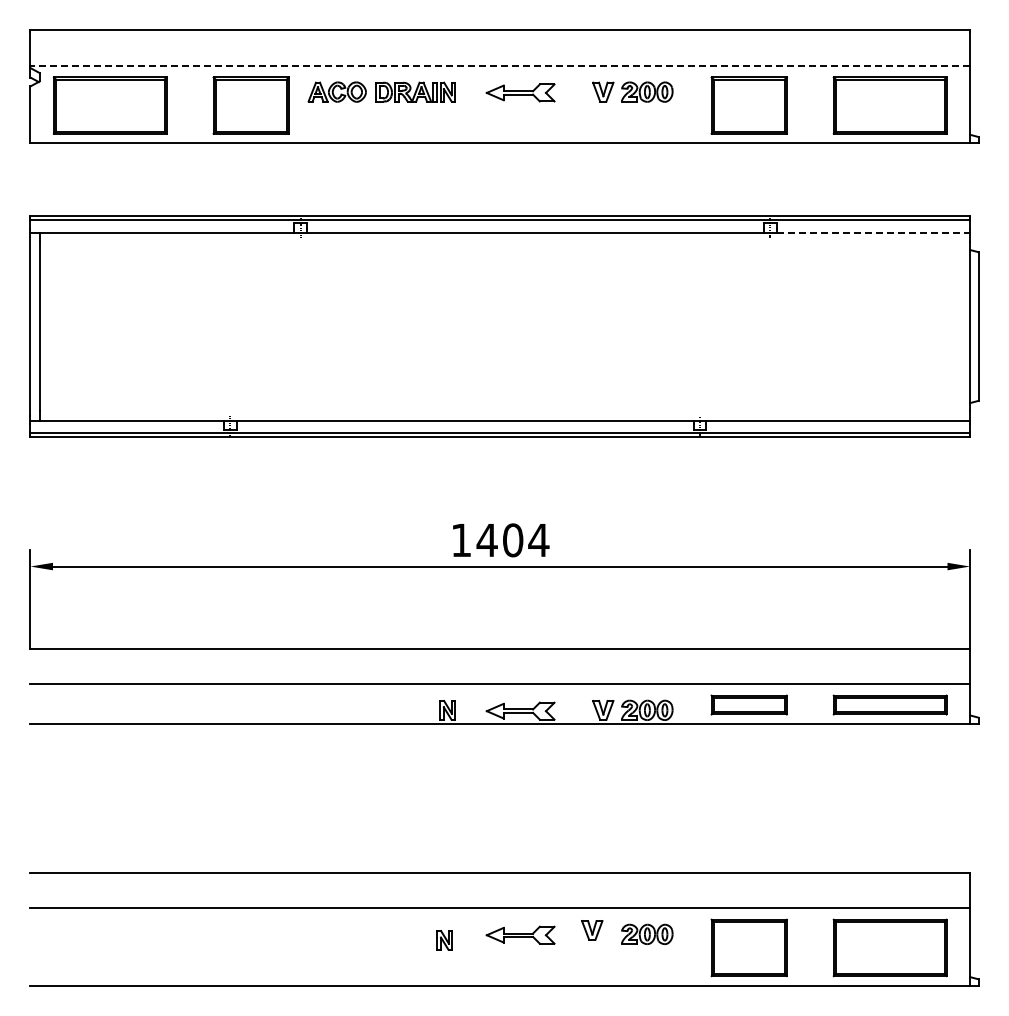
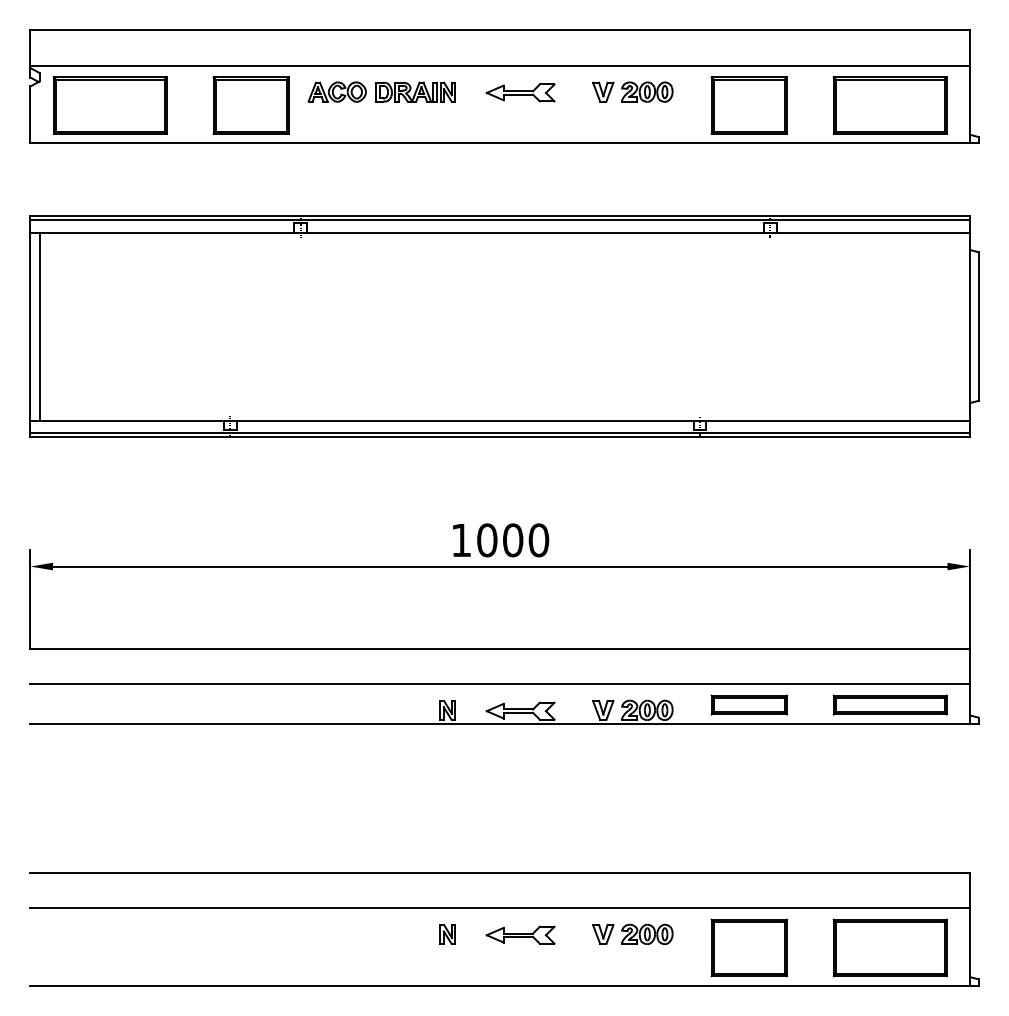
line at (500, 66): dashed -> solid
line at (873, 232): dashed -> solid
text at (512, 540): 1404 -> 1000
part at (592, 930) position: (592, 930) -> (603, 934)
part at (444, 940) position: (444, 940) -> (447, 934)
